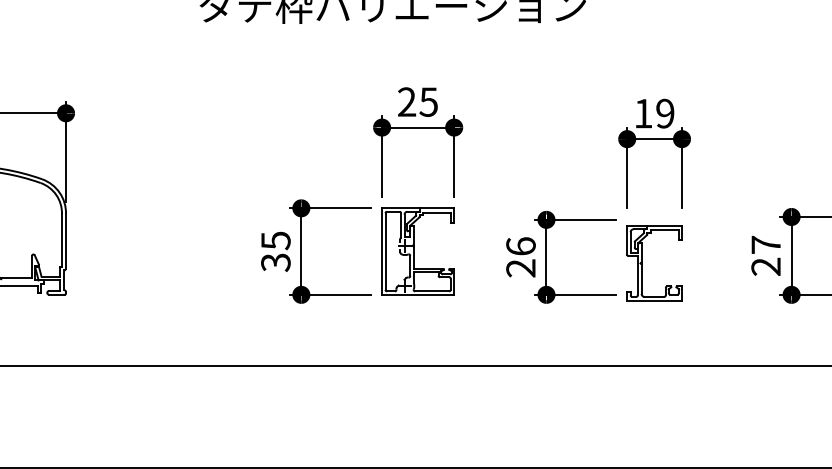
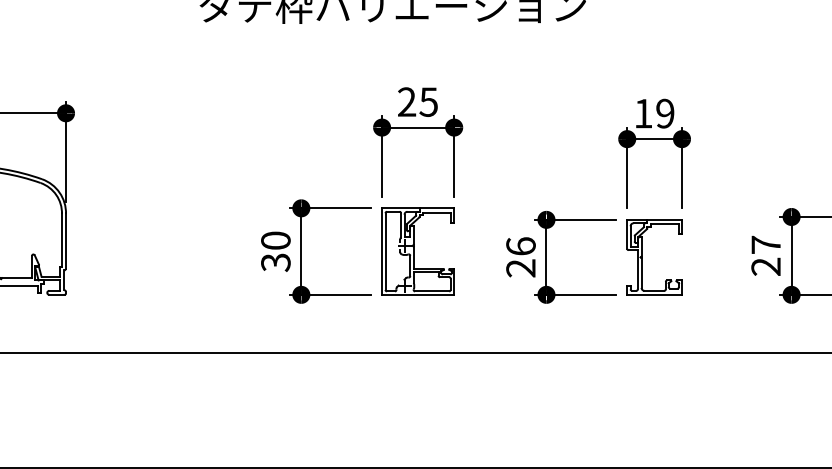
text at (275, 240): 35 -> 30
part at (642, 263) position: (642, 263) -> (642, 257)
line at (415, 365) position: (415, 365) -> (415, 352)
